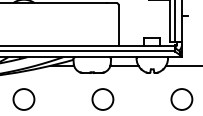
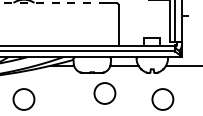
line at (52, 2): solid -> dashed
circle at (102, 99) position: (102, 99) -> (104, 93)
circle at (181, 99) position: (181, 99) -> (162, 99)
